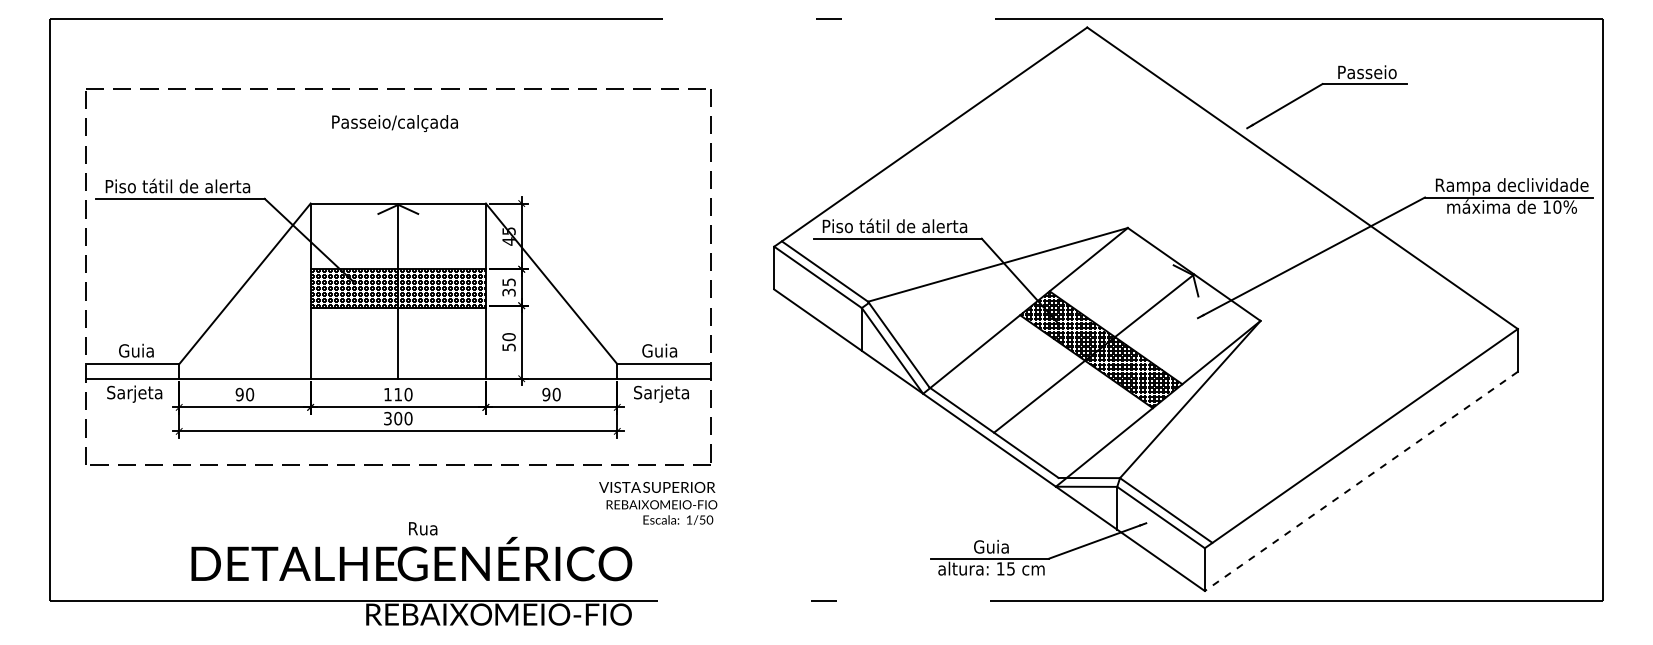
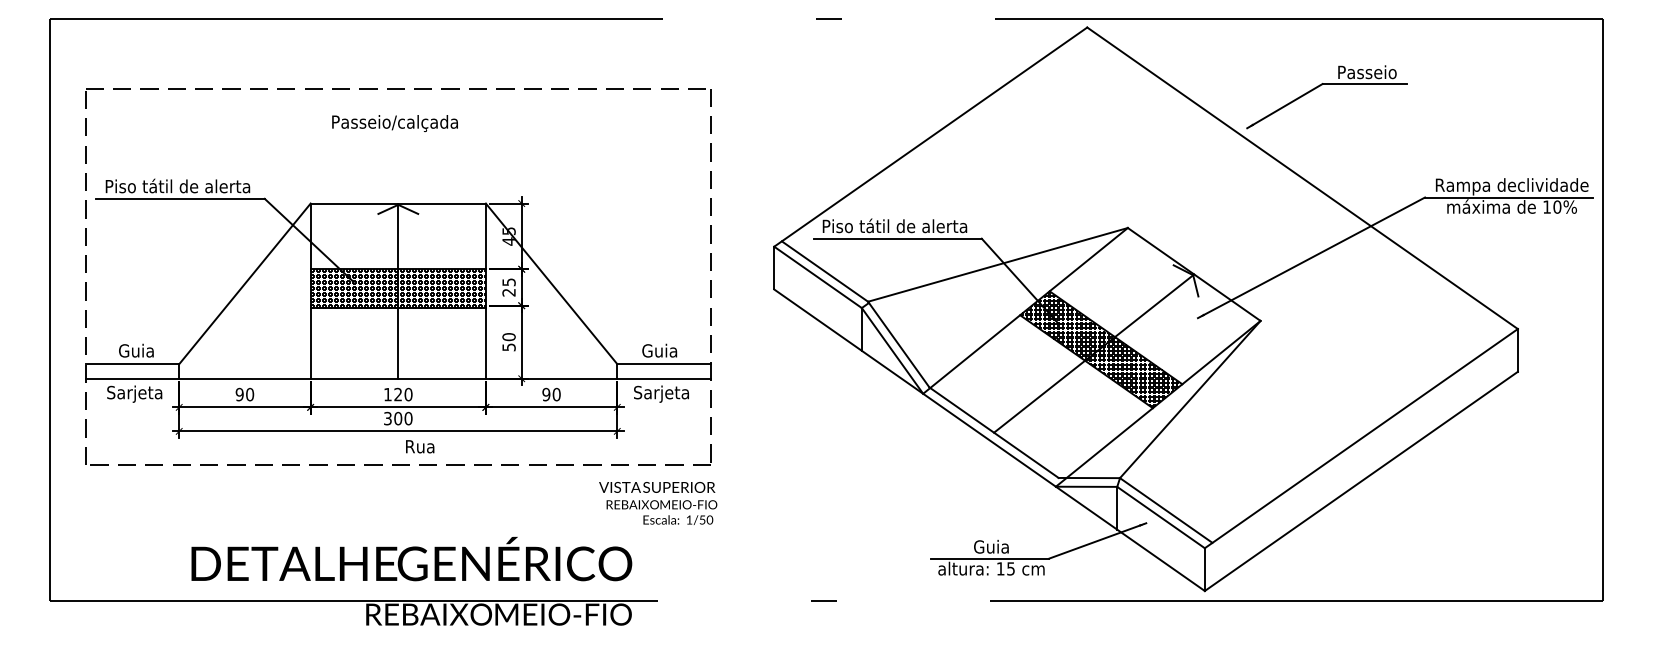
text at (508, 292): 35 -> 25
text at (397, 394): 110 -> 120
line at (1360, 481): dashed -> solid
text at (423, 528) position: (423, 528) -> (420, 446)
